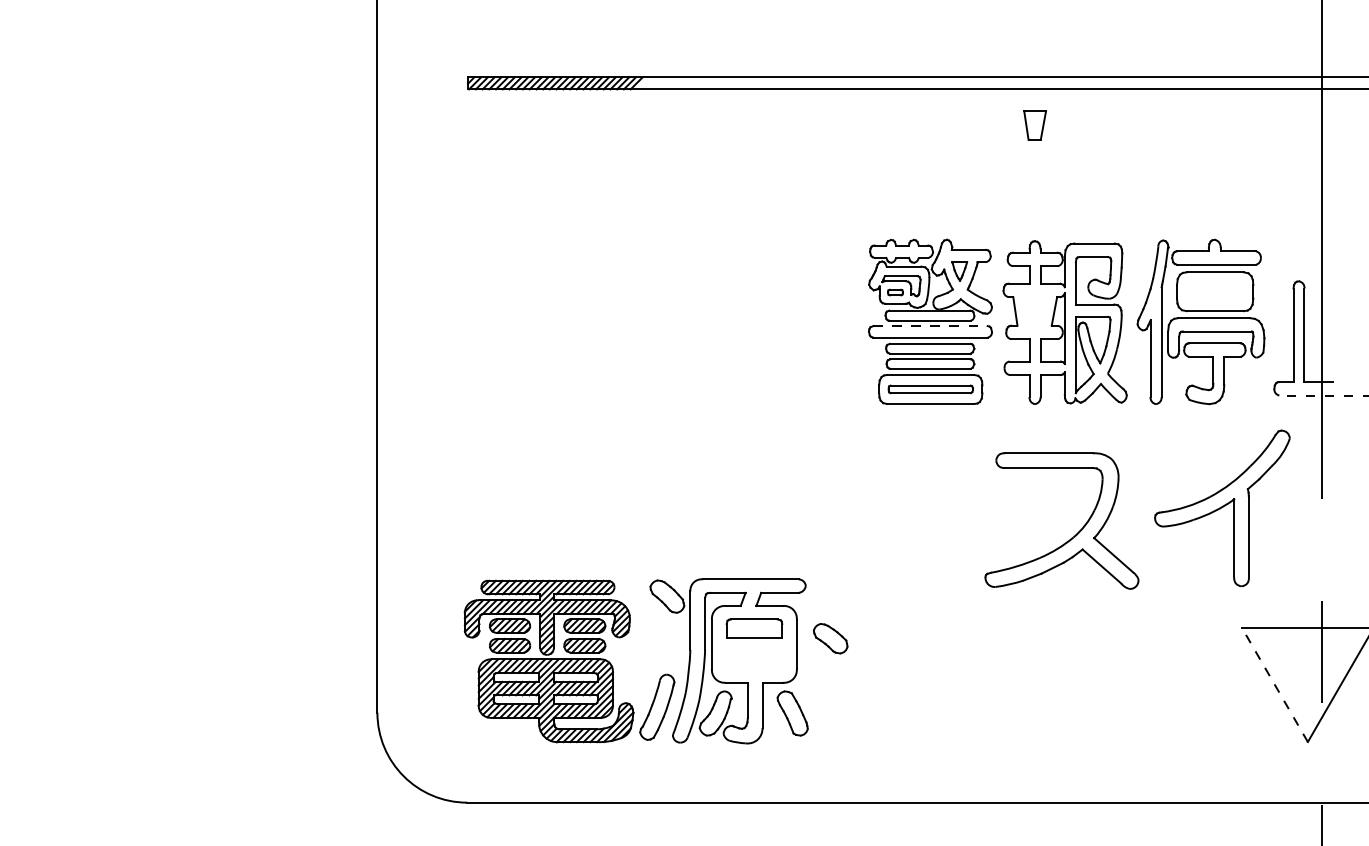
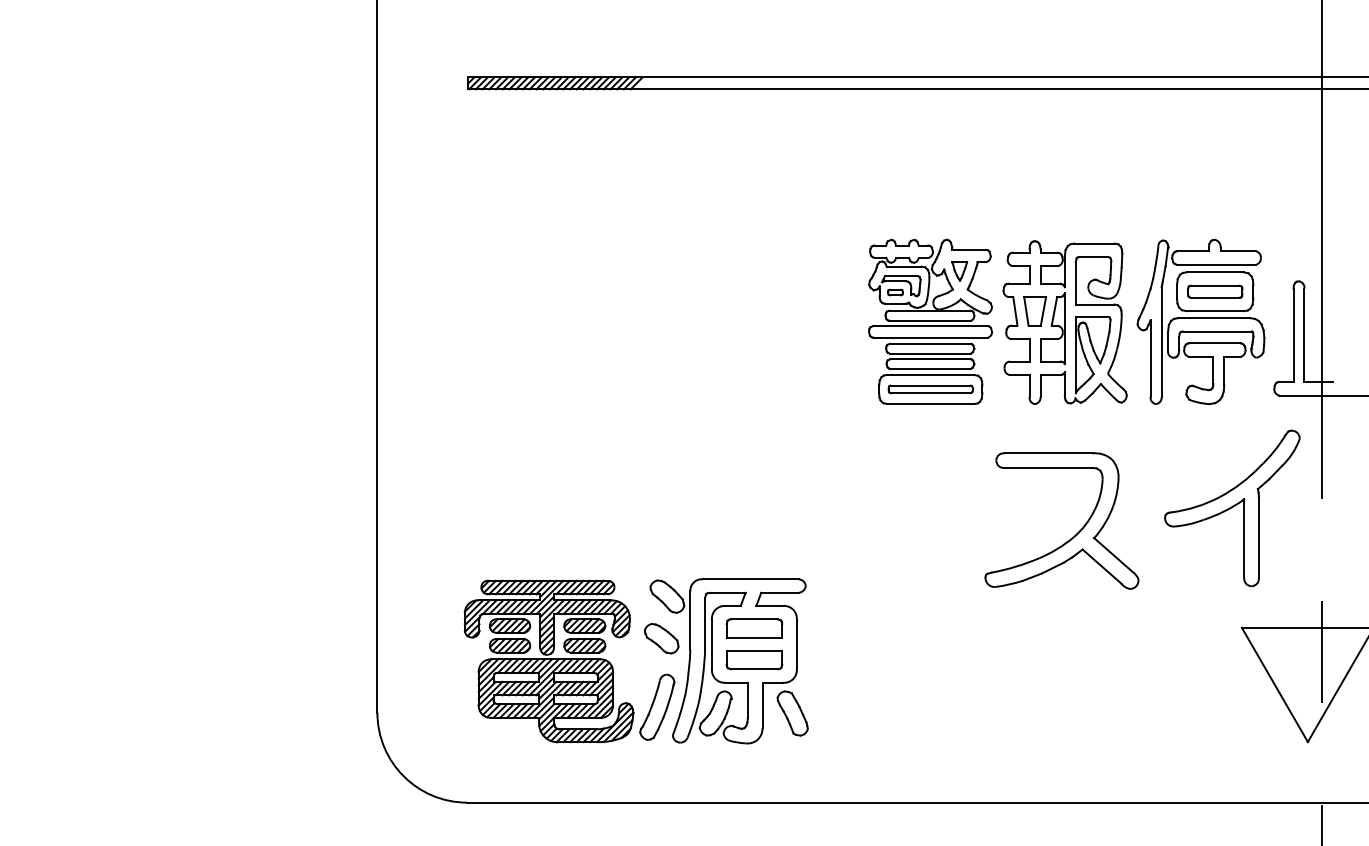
part at (1034, 125) position: (1034, 125) -> (1034, 311)
part at (1215, 291): none -> present
line at (931, 326): dashed -> solid
line at (1323, 395): dashed -> solid
part at (1222, 508) position: (1222, 508) -> (1232, 508)
part at (830, 638) position: (830, 638) -> (661, 638)
part at (754, 660): none -> present
line at (1274, 684): dashed -> solid
